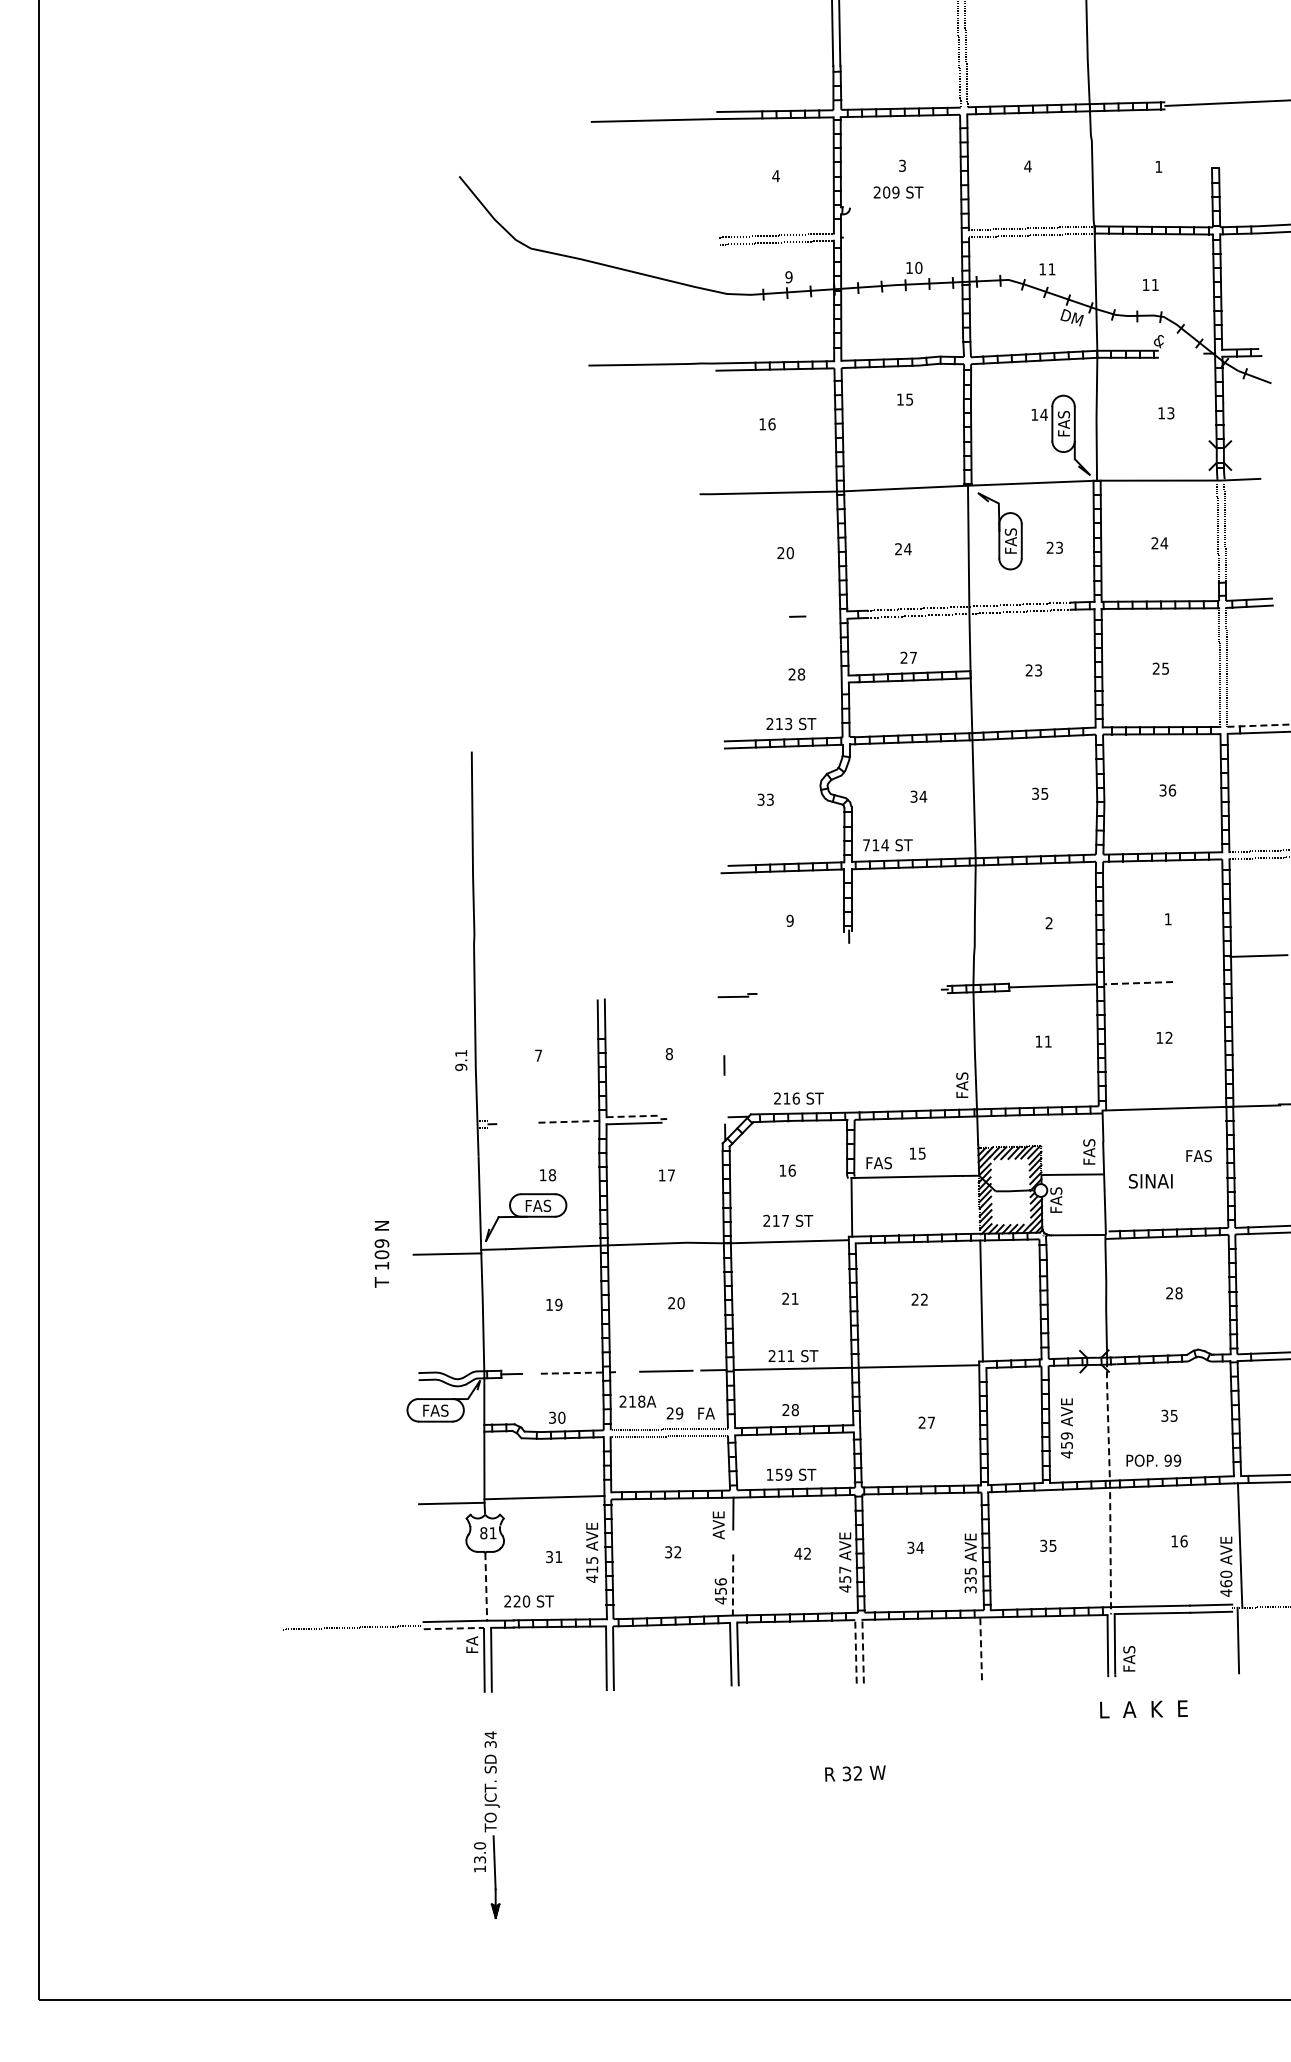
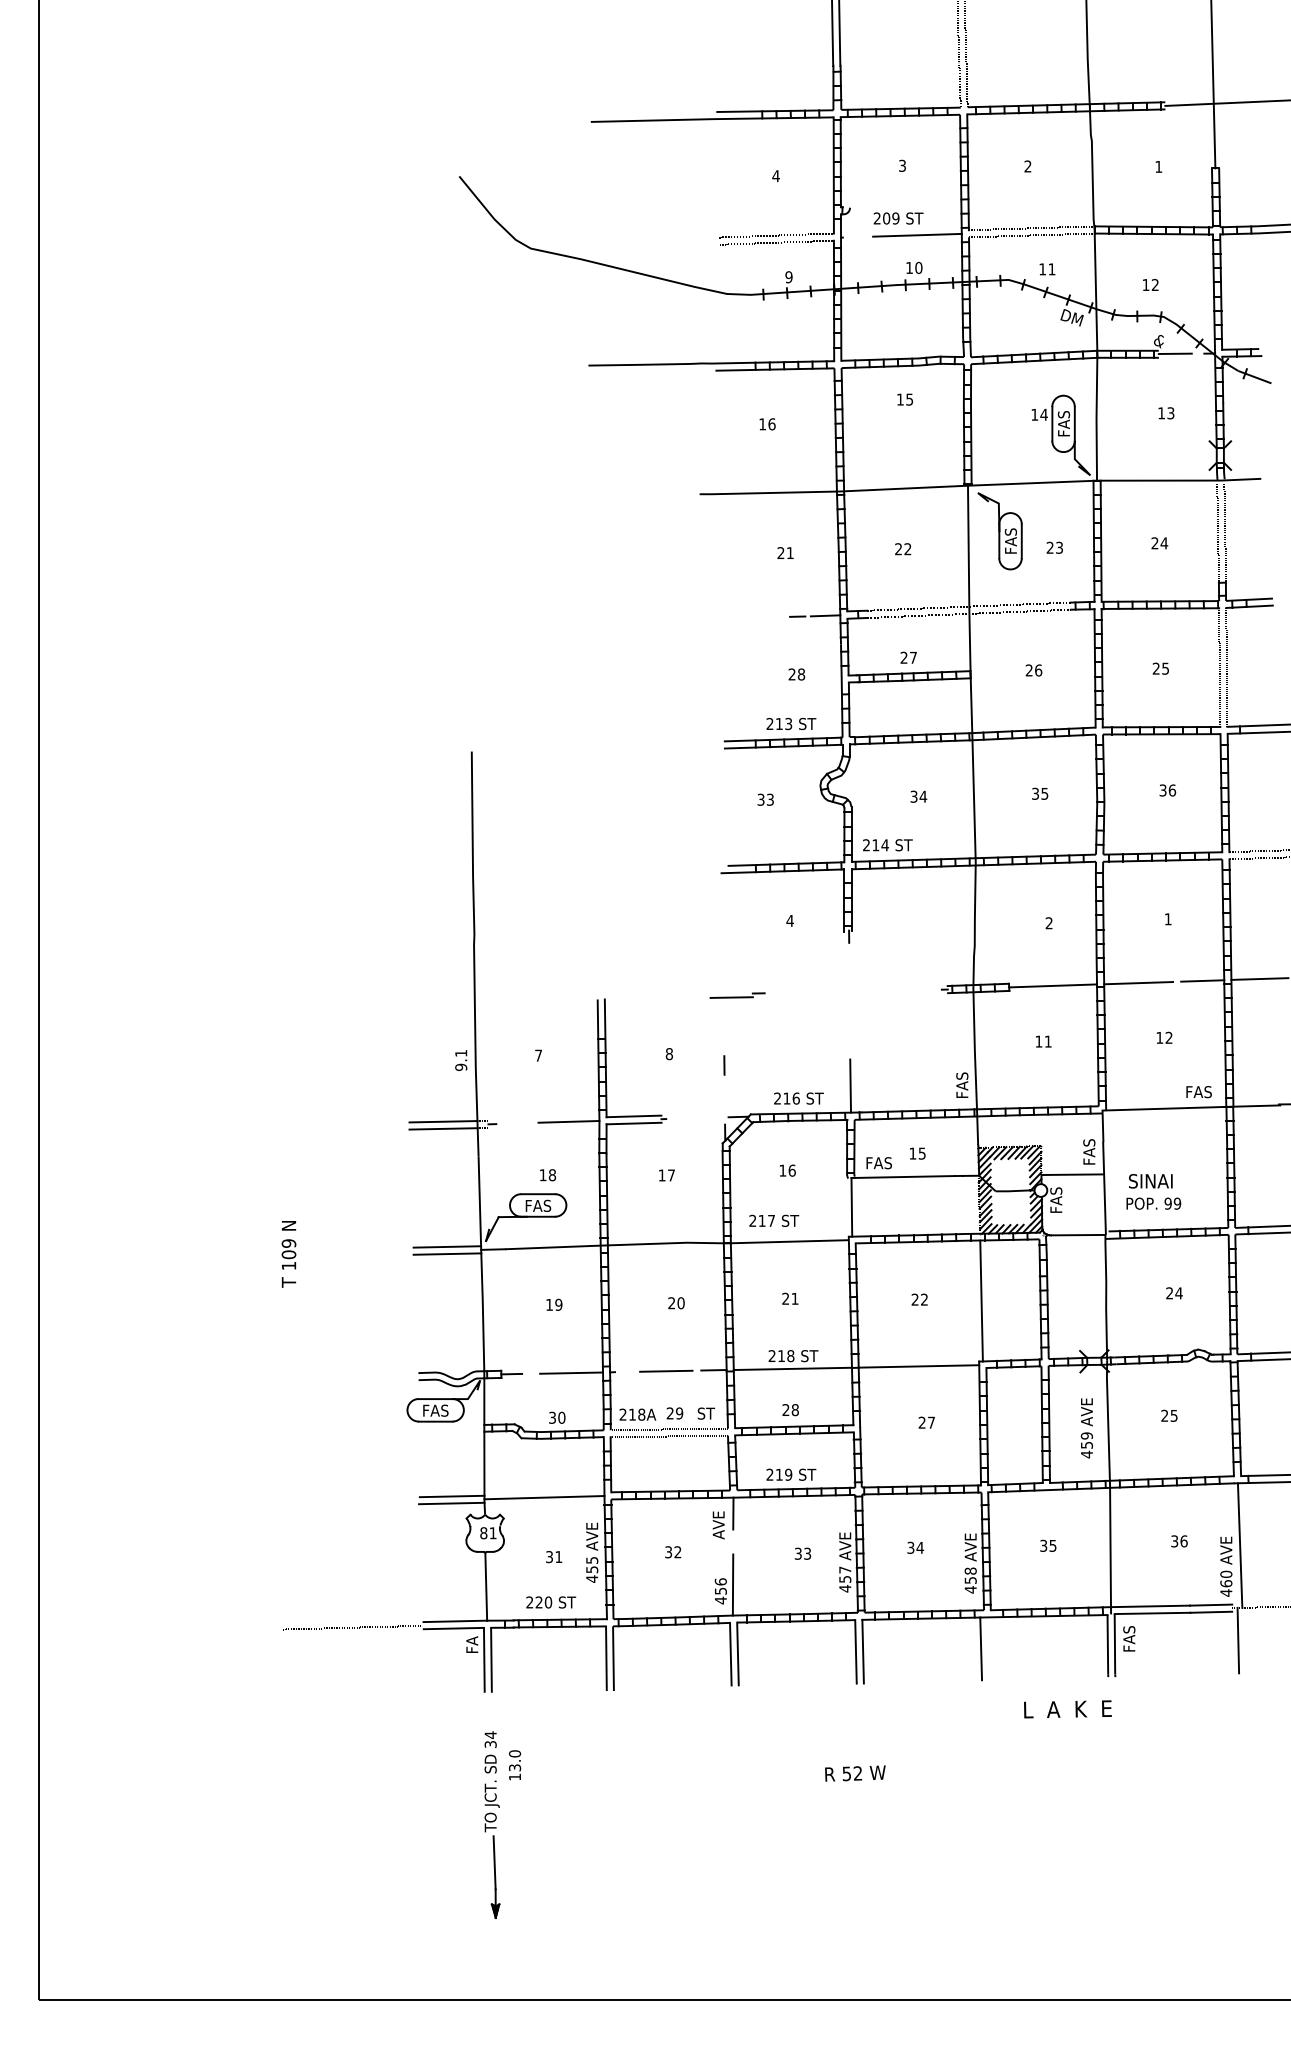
line at (1213, 85): none -> present
text at (1027, 166): 4 -> 2
text at (898, 192) position: (898, 192) -> (898, 218)
line at (917, 234): none -> present
text at (1154, 284): 11 -> 12
line at (1174, 353): none -> present
text at (907, 549): 24 -> 22
text at (789, 553): 20 -> 21
line at (825, 615): none -> present
text at (1038, 670): 23 -> 26
line at (1259, 725): dashed -> solid
text at (866, 845): 714 -> 214
text at (789, 920): 9 -> 4
line at (1258, 955) position: (1258, 955) -> (1259, 978)
line at (1202, 980): none -> present
line at (1138, 983): dashed -> solid
part at (737, 995) size: 41x6 px -> 57x7 px
line at (850, 1085): none -> present
line at (634, 1116): dashed -> solid
line at (443, 1121): none -> present
line at (569, 1121): dashed -> solid
line at (443, 1128): none -> present
text at (1198, 1156) position: (1198, 1156) -> (1198, 1092)
text at (788, 1220) position: (788, 1220) -> (774, 1220)
line at (447, 1246): none -> present
text at (381, 1254) position: (381, 1254) -> (288, 1254)
text at (1178, 1293): 28 -> 24
text at (790, 1356): 211 -> 218
line at (571, 1373): dashed -> solid
text at (637, 1401) position: (637, 1401) -> (637, 1414)
text at (706, 1413): FA -> ST
text at (1164, 1415): 35 -> 25
text at (1066, 1428) position: (1066, 1428) -> (1086, 1428)
text at (1153, 1460) position: (1153, 1460) -> (1153, 1203)
text at (774, 1474): 159 -> 219
line at (1110, 1486): dashed -> solid
line at (451, 1496): none -> present
text at (1174, 1541): 16 -> 36
text at (802, 1553): 42 -> 33
text at (592, 1569): 415 -> 455
text at (970, 1580): 335 -> 458
line at (733, 1585): dashed -> solid
line at (486, 1586): dashed -> solid
text at (529, 1601) position: (529, 1601) -> (551, 1602)
line at (454, 1628): dashed -> solid
line at (981, 1648): dashed -> solid
line at (855, 1651): dashed -> solid
line at (863, 1651): dashed -> solid
text at (1129, 1658) position: (1129, 1658) -> (1129, 1638)
text at (1143, 1709) position: (1143, 1709) -> (1067, 1709)
text at (846, 1773): 32 -> 52
text at (480, 1857) position: (480, 1857) -> (515, 1765)
